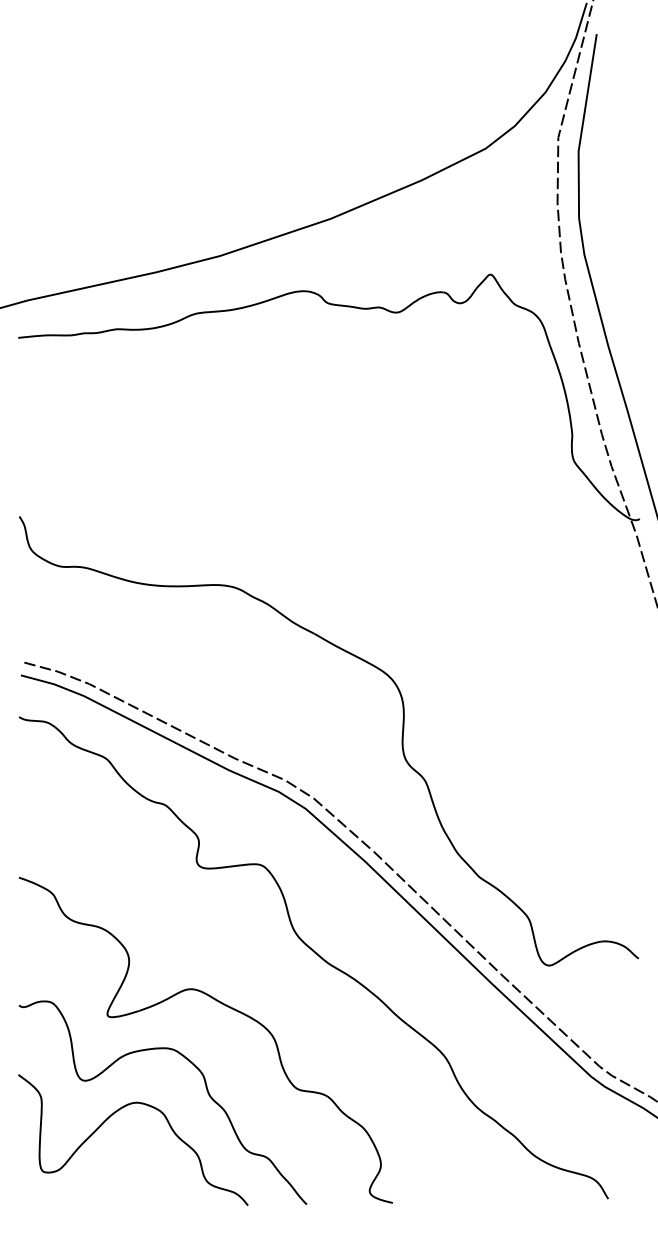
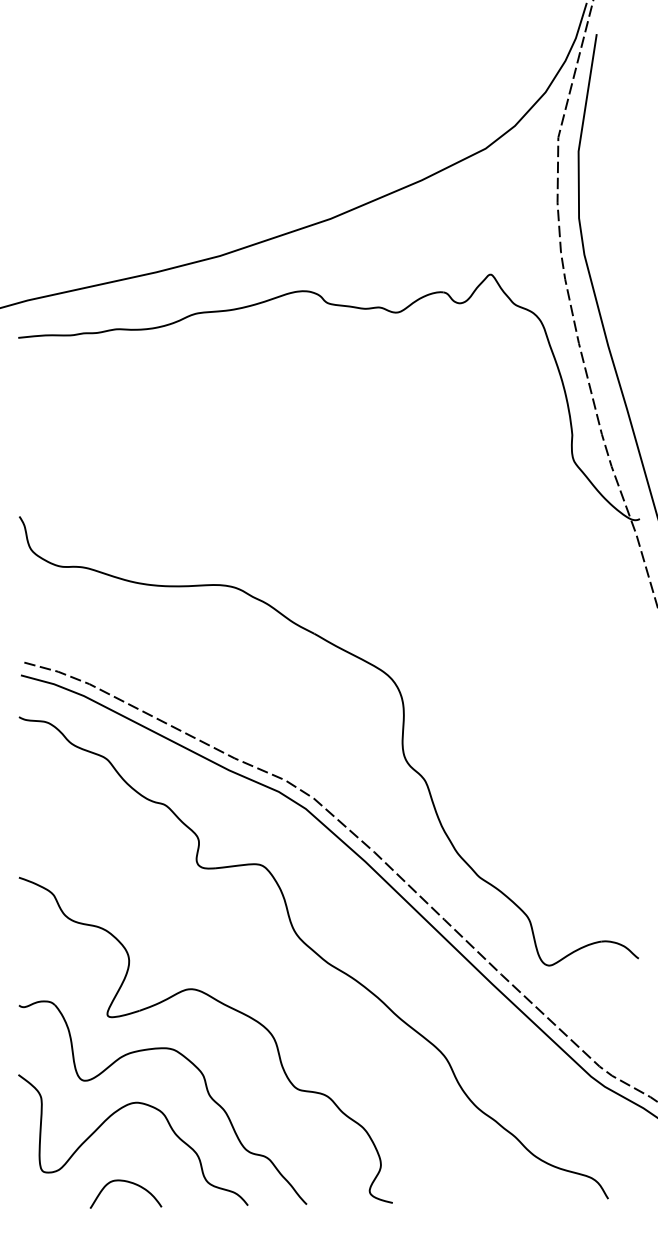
curve at (129, 1183): none -> present
